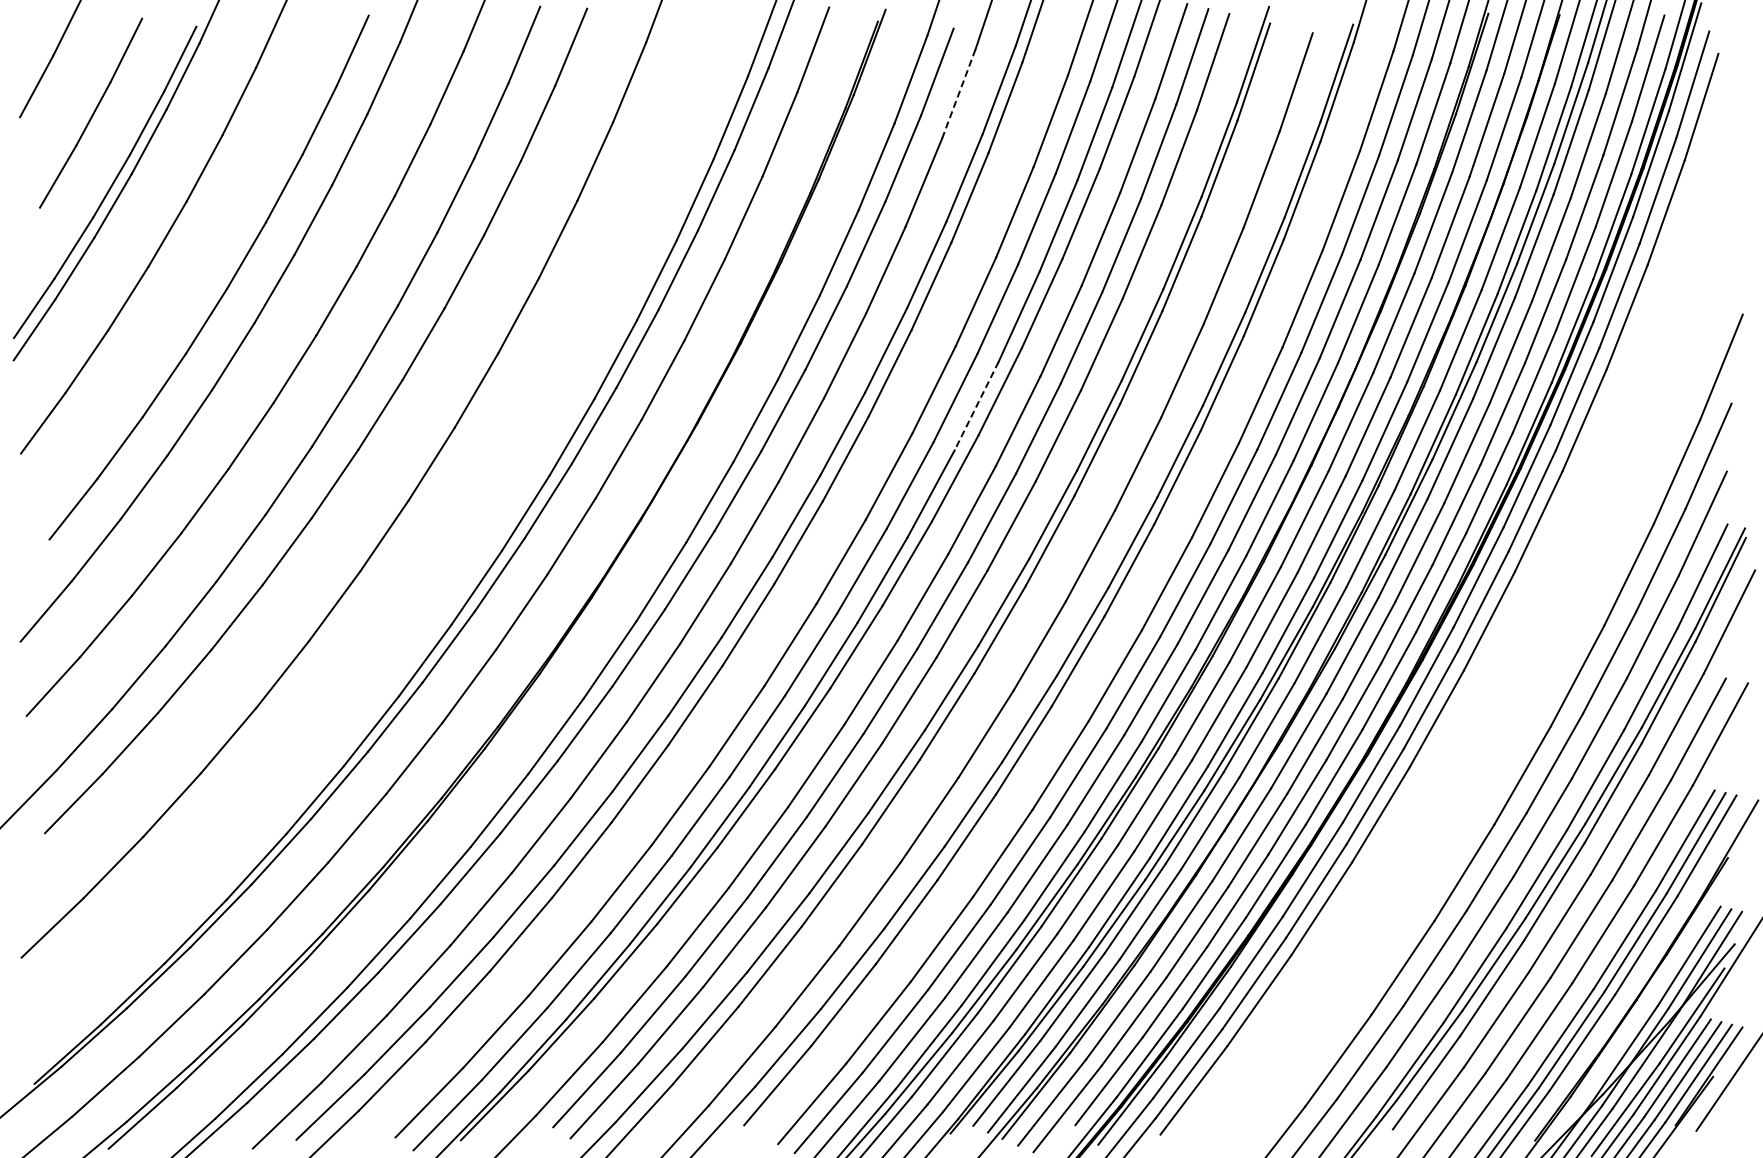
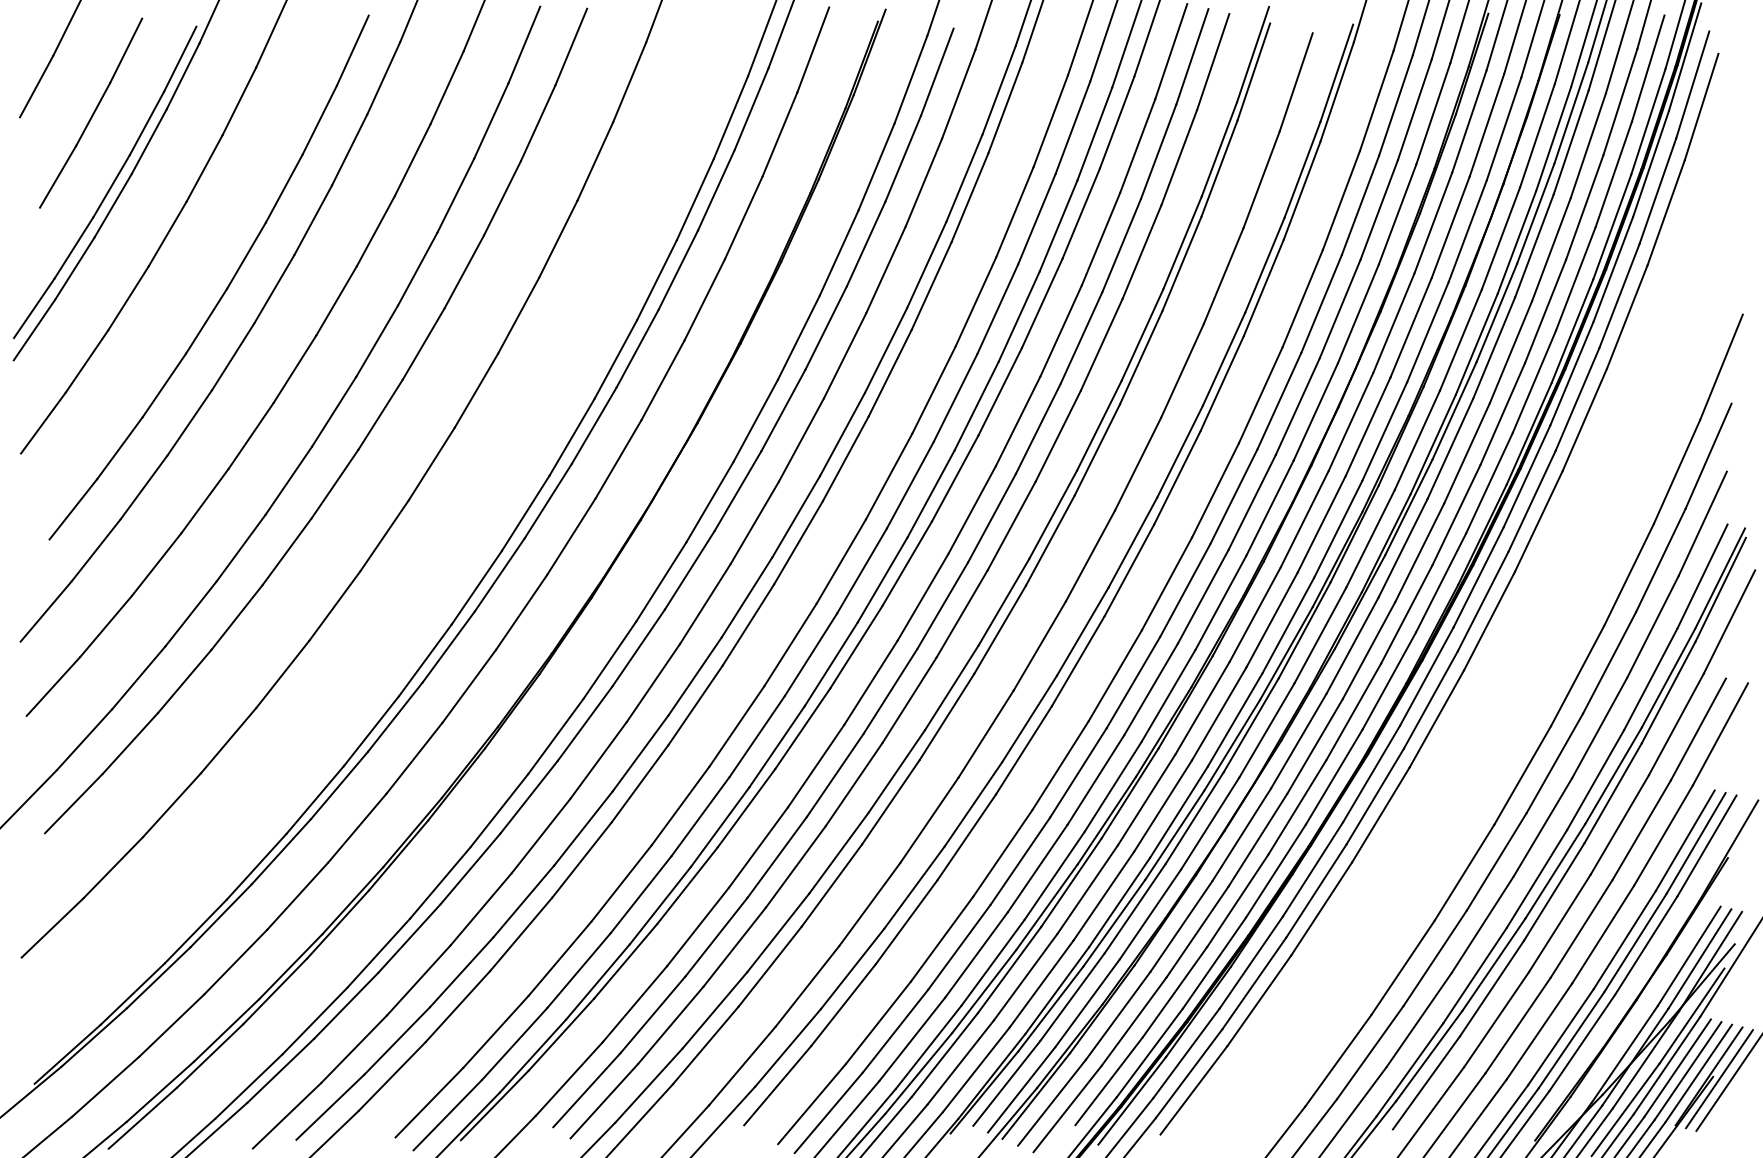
line at (958, 94): dashed -> solid
line at (976, 406): dashed -> solid
line at (1719, 1079): none -> present
